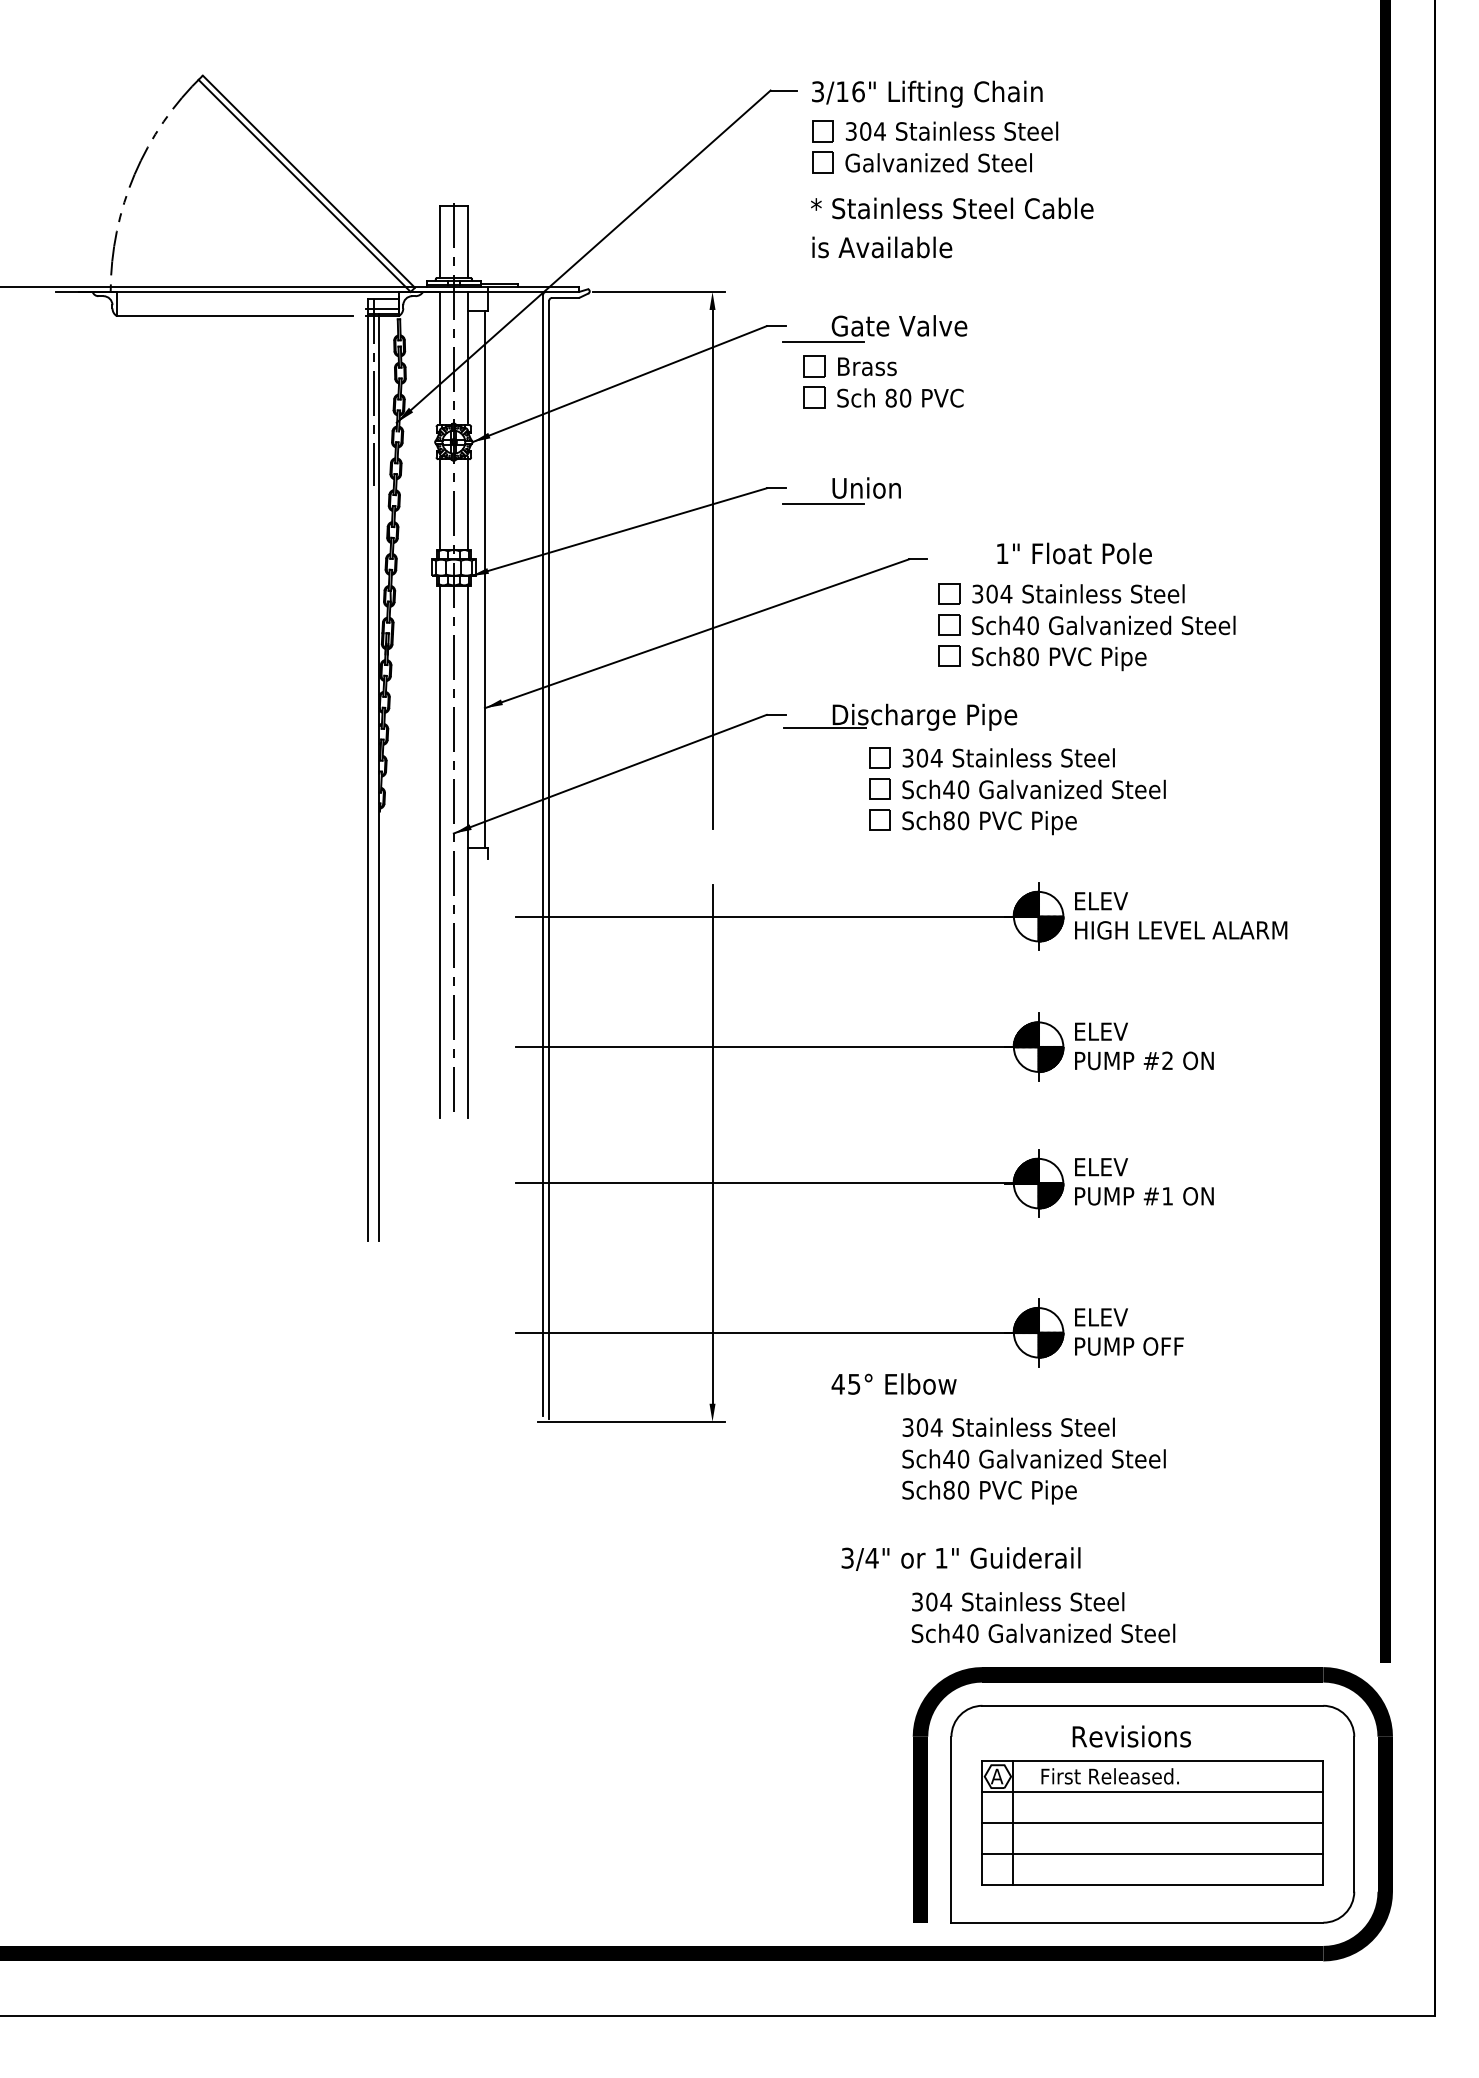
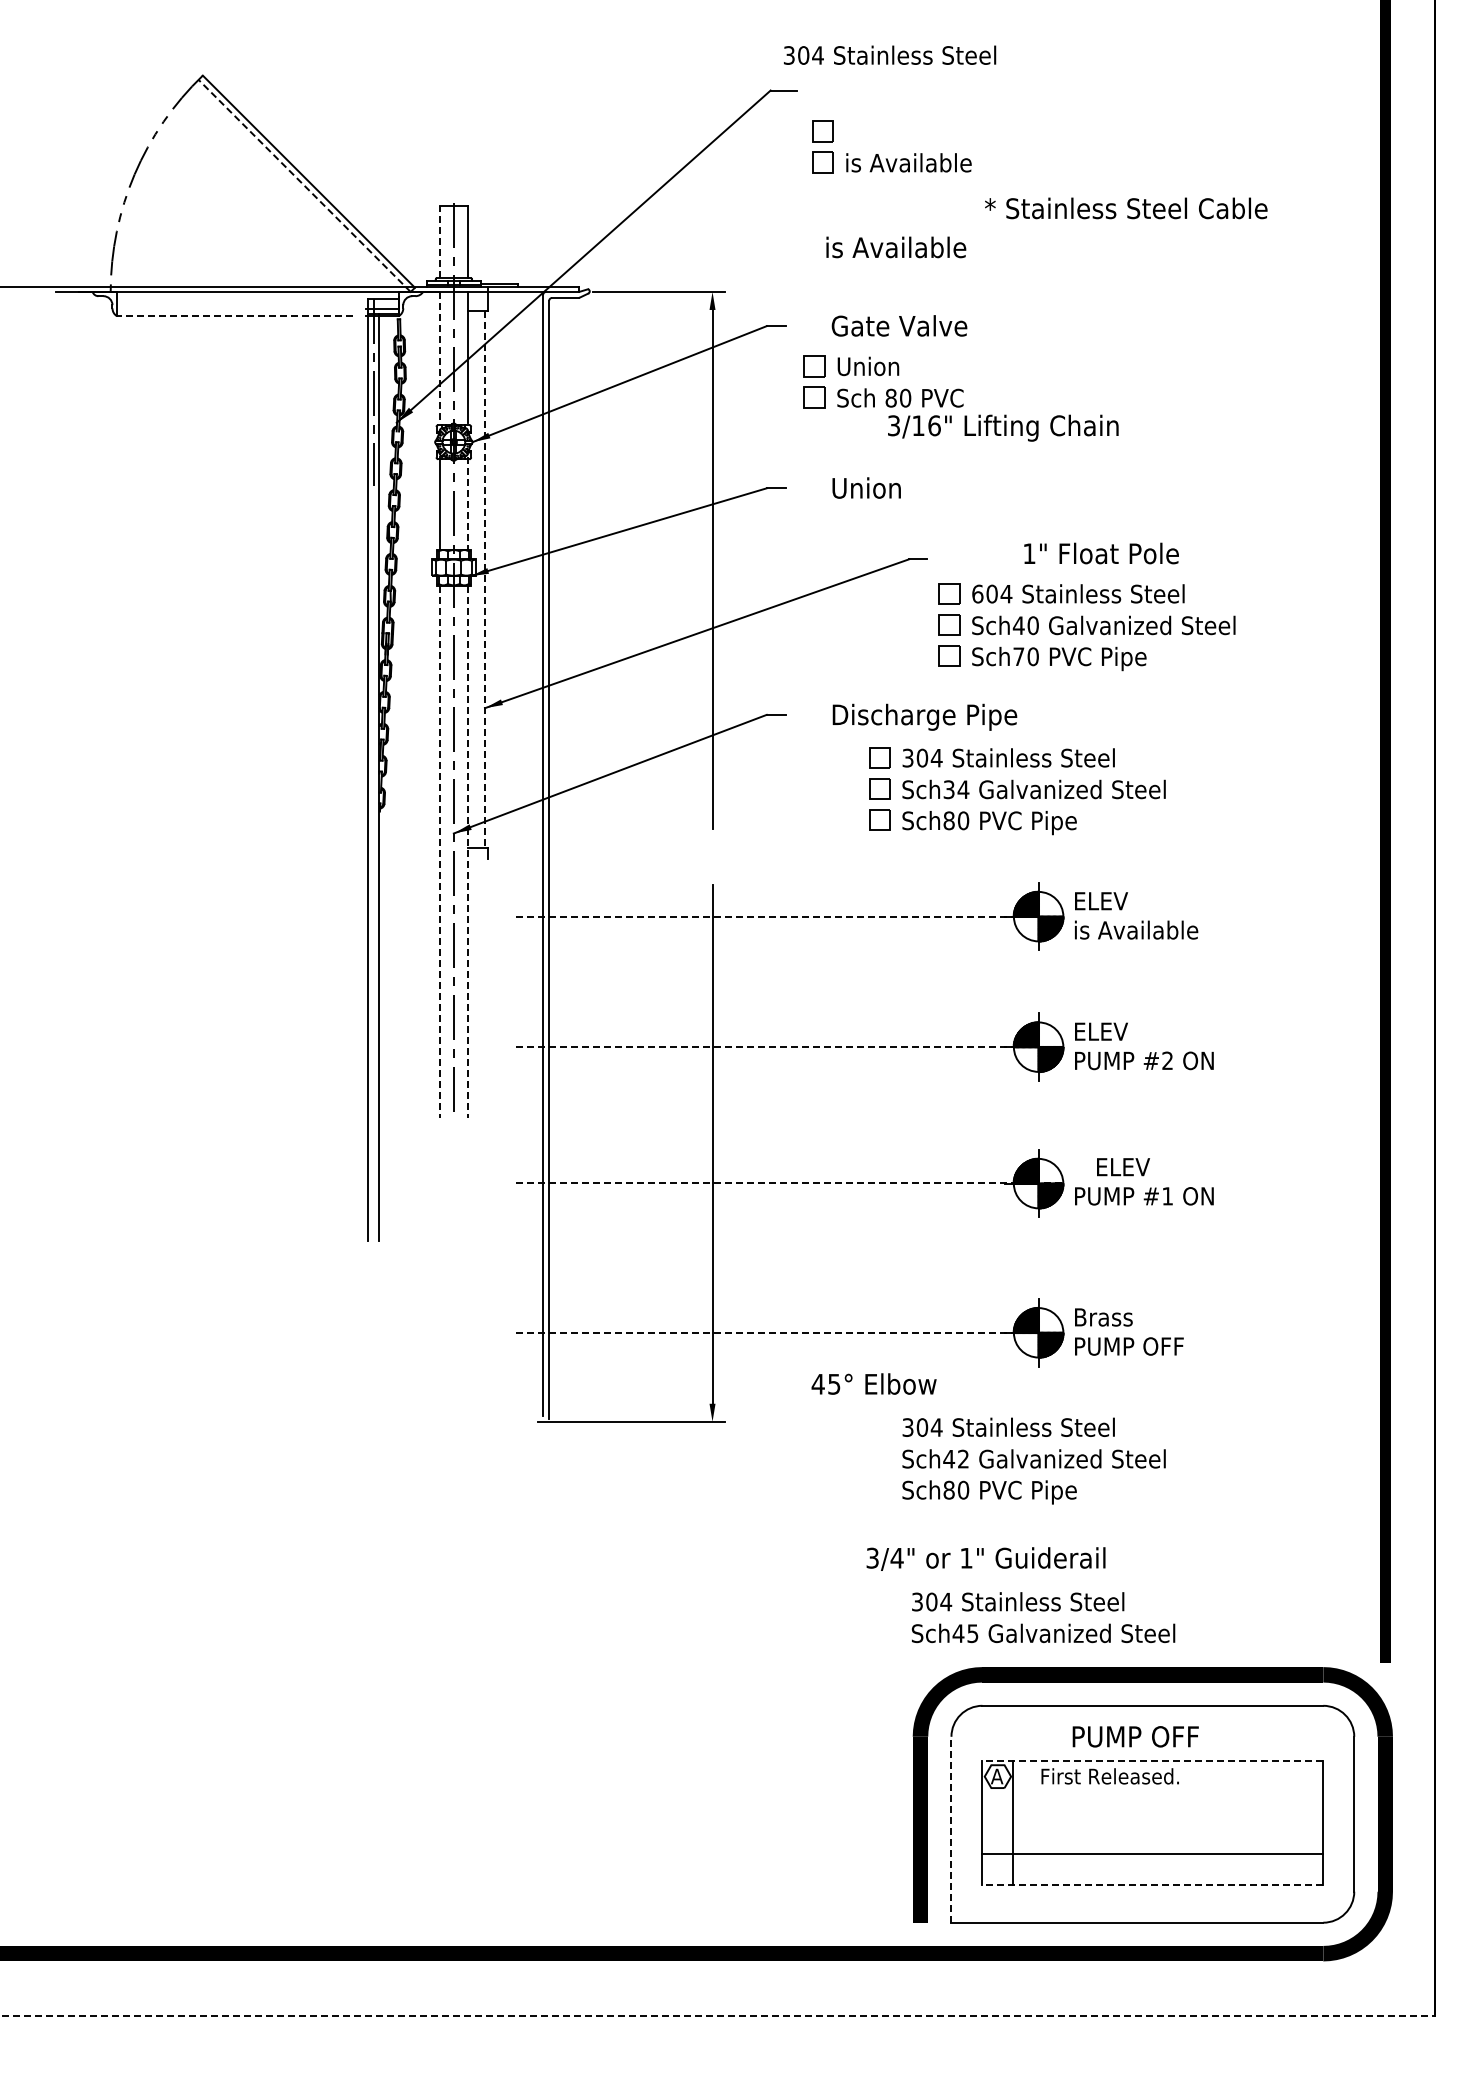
text at (927, 93) position: (927, 93) -> (1003, 427)
text at (952, 130) position: (952, 130) -> (890, 54)
text at (938, 162): Galvanized Steel -> is Available
line at (304, 185): solid -> dashed
text at (952, 208) position: (952, 208) -> (1126, 208)
line at (439, 241): solid -> dashed
text at (882, 247) position: (882, 247) -> (896, 247)
line at (234, 315): solid -> dashed
line at (823, 342): present -> none
line at (439, 357): solid -> dashed
text at (868, 366): Brass -> Union
line at (468, 504): solid -> dashed
line at (823, 504): present -> none
text at (1074, 553) position: (1074, 553) -> (1101, 553)
line at (484, 580): solid -> dashed
text at (977, 593): 304 -> 604
text at (1018, 656): Sch80 -> Sch70
line at (824, 728): present -> none
text at (956, 789): Sch40 -> Sch34
line at (439, 852): solid -> dashed
line at (468, 852): solid -> dashed
line at (789, 916): solid -> dashed
text at (1181, 929): HIGH LEVEL ALARM -> is Available
line at (789, 1047): solid -> dashed
text at (1101, 1167) position: (1101, 1167) -> (1123, 1167)
line at (790, 1182): solid -> dashed
text at (1107, 1317): ELEV -> Brass
line at (789, 1332): solid -> dashed
text at (893, 1383) position: (893, 1383) -> (873, 1383)
text at (963, 1458): Sch40 -> Sch42
text at (960, 1558) position: (960, 1558) -> (985, 1558)
text at (972, 1633): Sch40 -> Sch45
text at (1136, 1736): Revisions -> PUMP OFF
line at (1152, 1761): solid -> dashed
line at (1152, 1792): present -> none
line at (1152, 1823): present -> none
line at (951, 1829): solid -> dashed
line at (1152, 1885): solid -> dashed
line at (718, 2015): solid -> dashed
